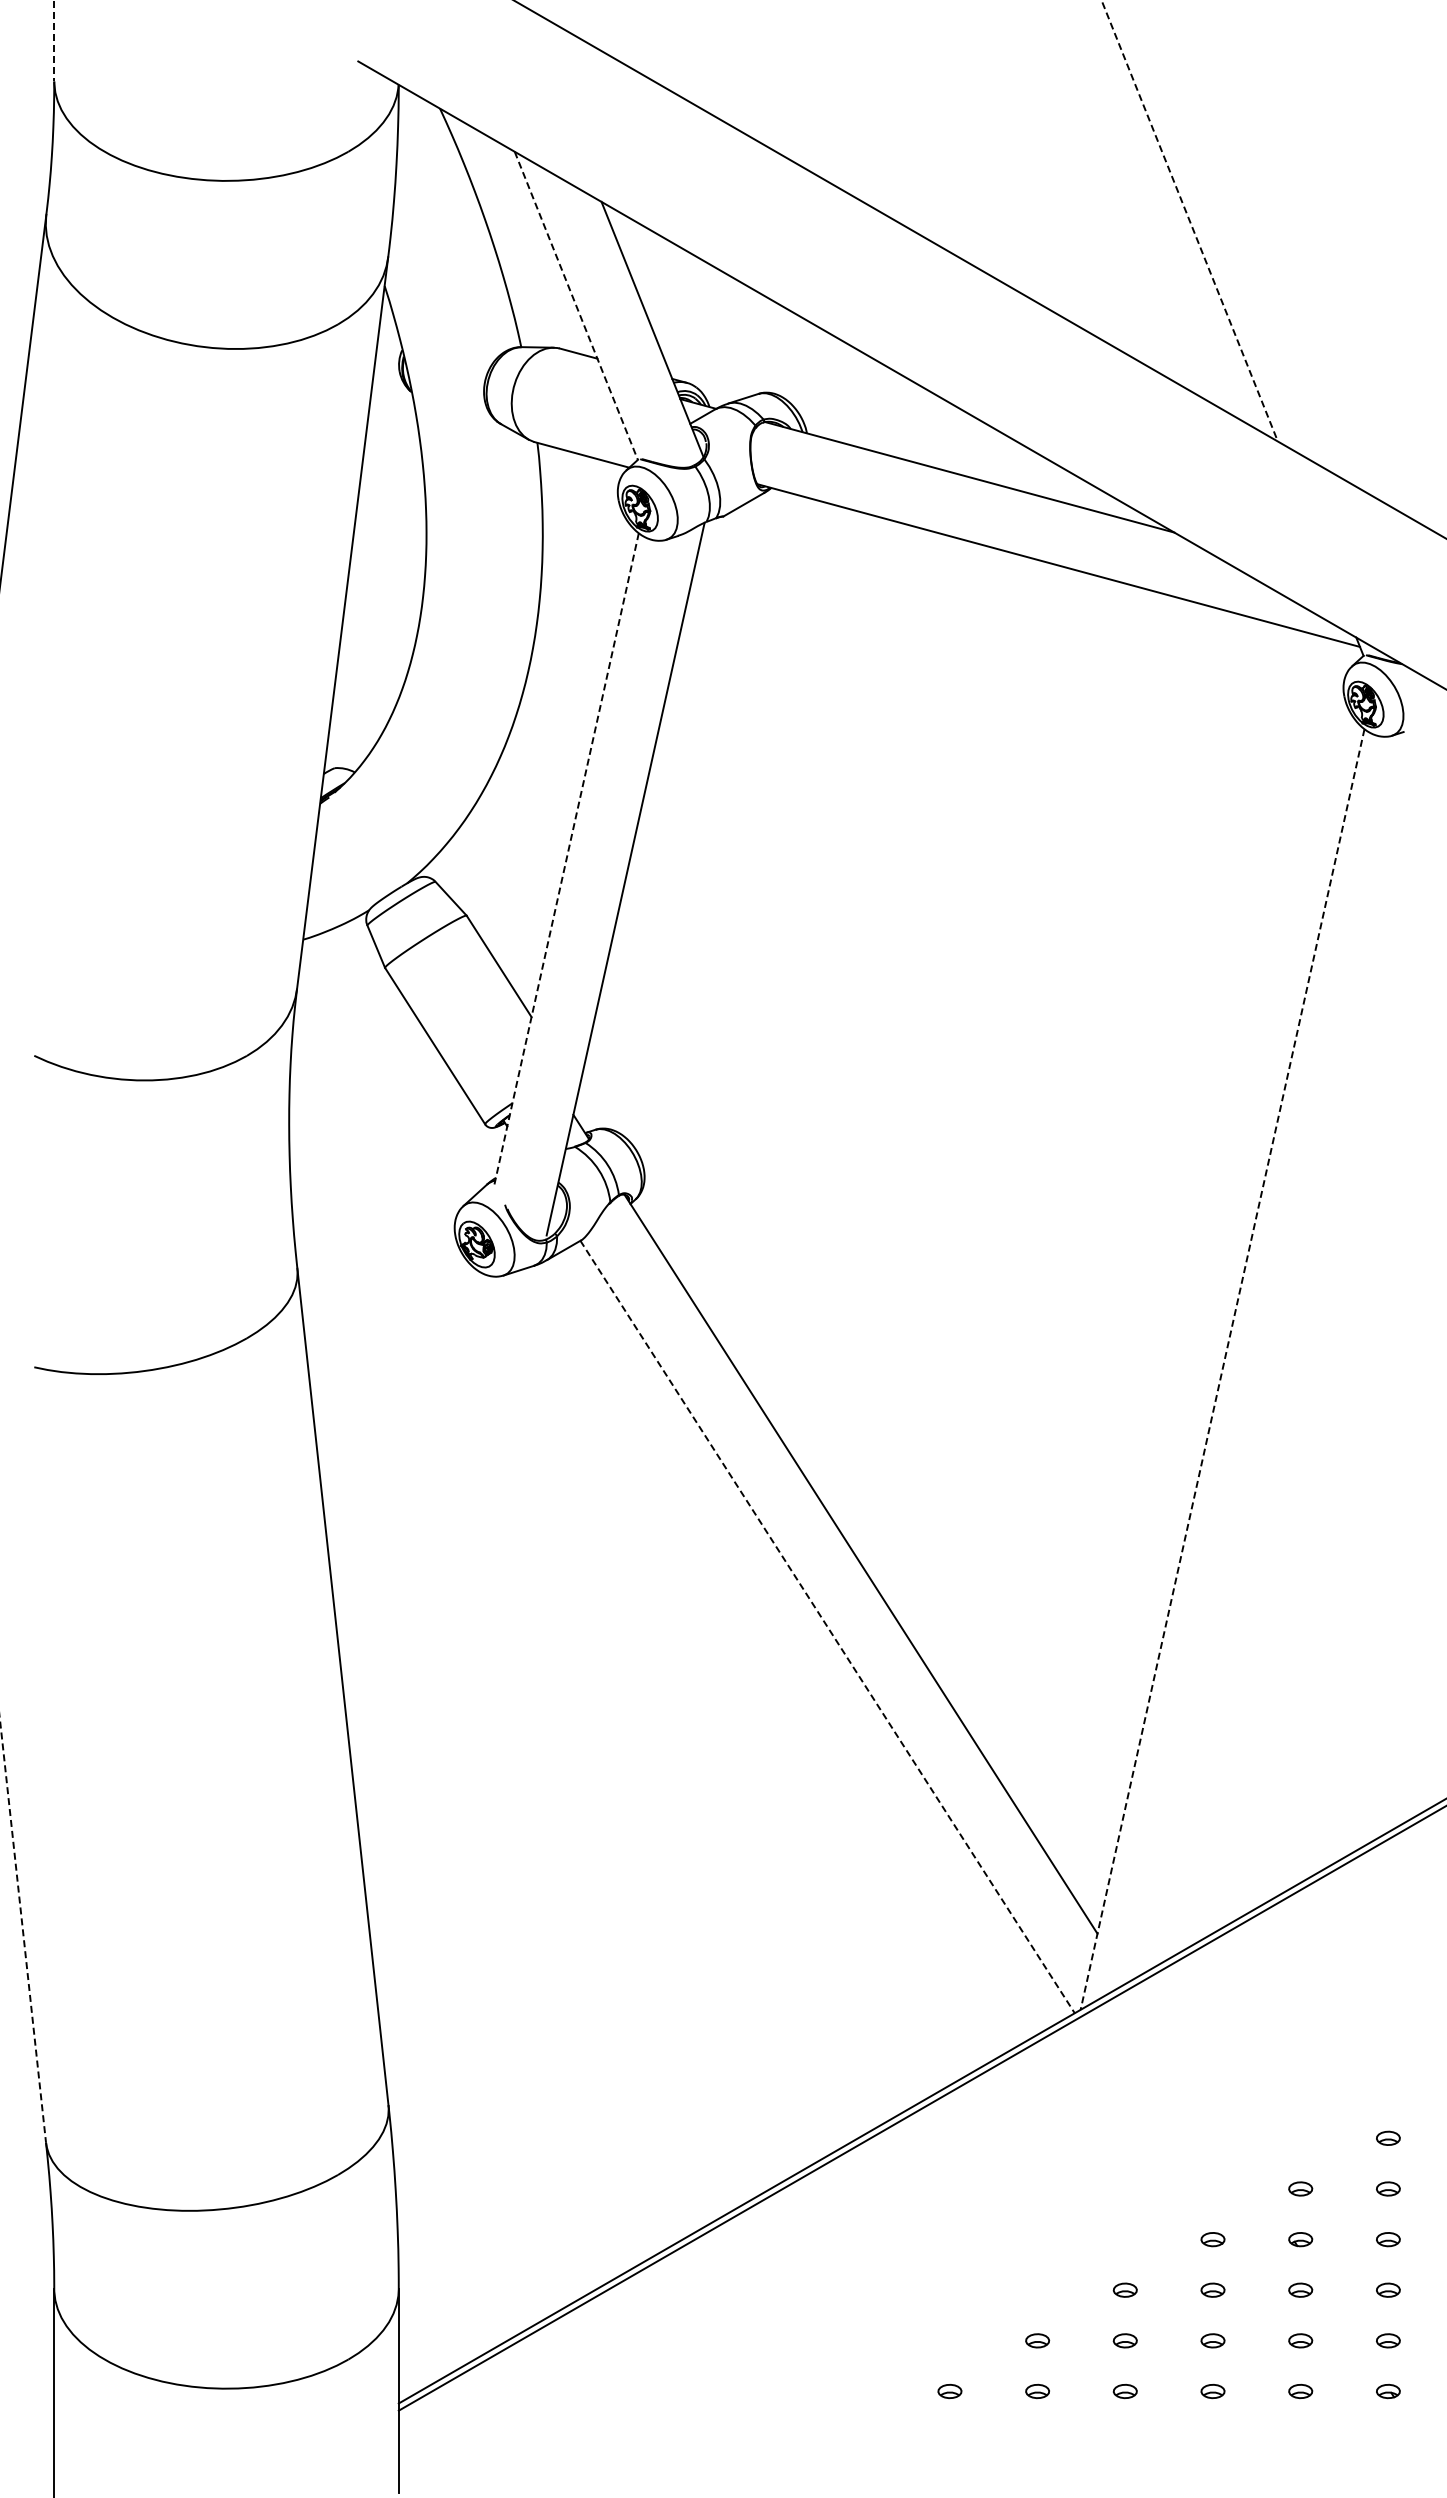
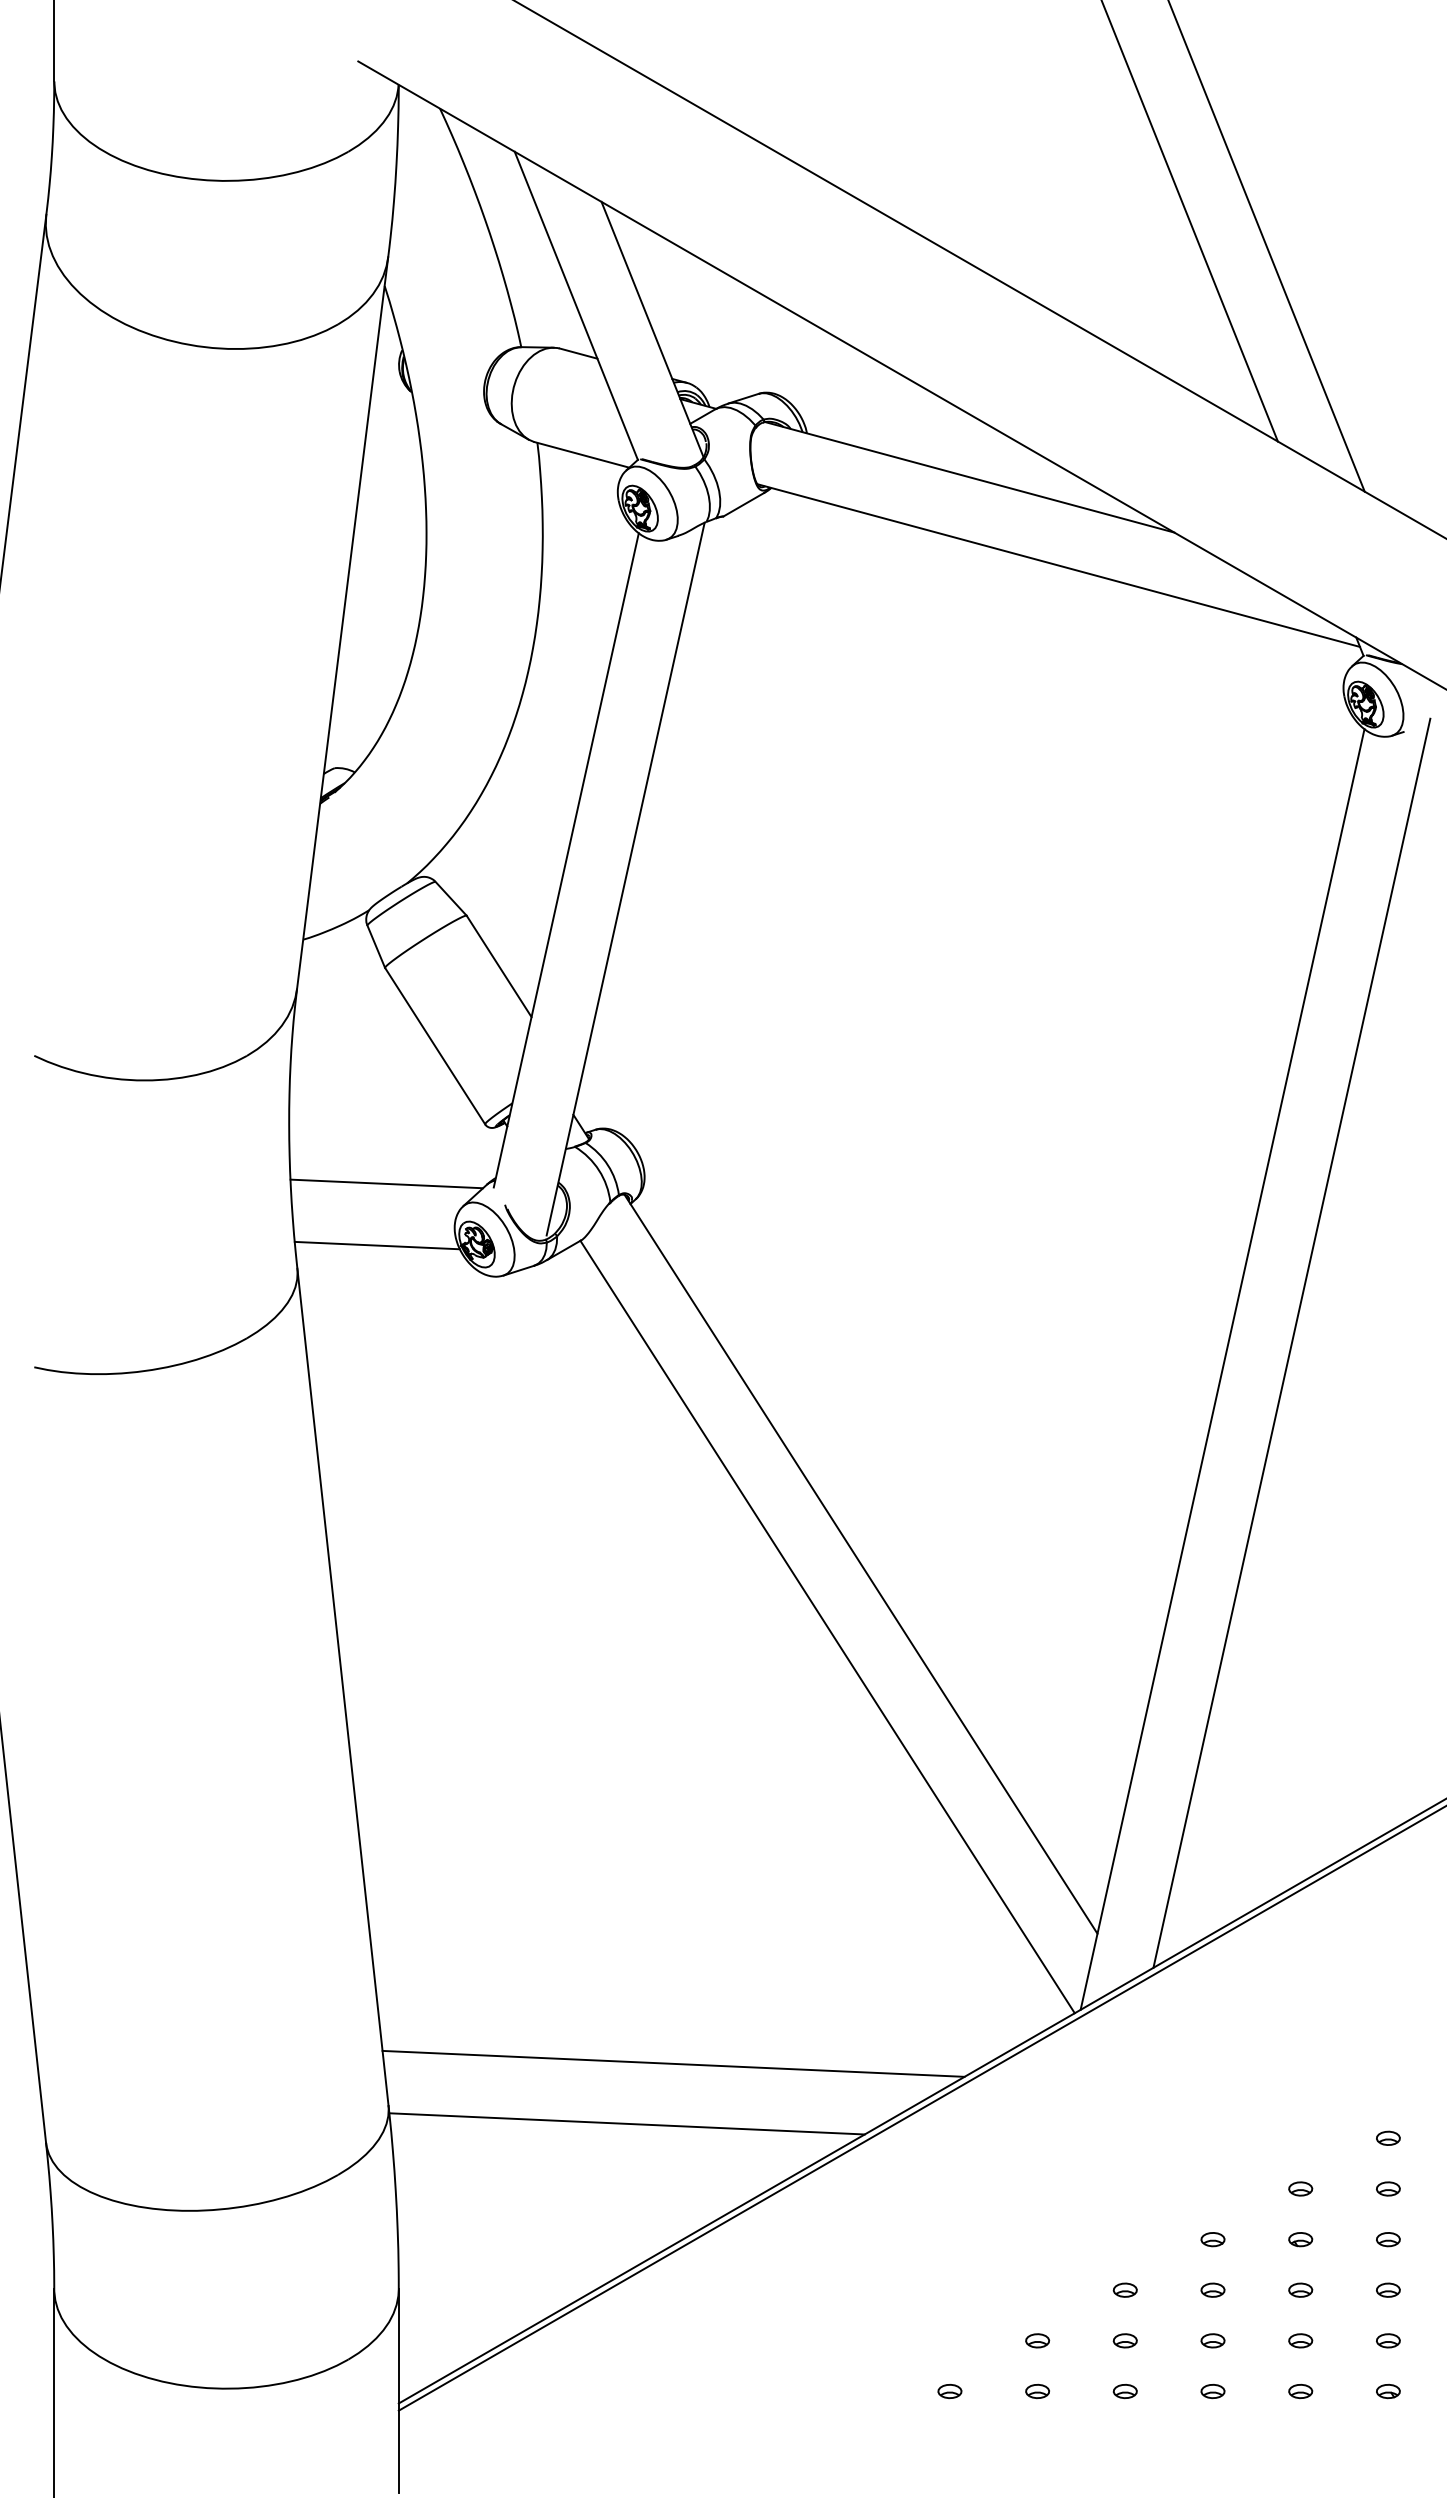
line at (54, 41): dashed -> solid
line at (1189, 221): dashed -> solid
line at (1266, 246): none -> present
line at (576, 305): dashed -> solid
line at (566, 860): dashed -> solid
line at (386, 1183): none -> present
line at (376, 1245): none -> present
line at (1291, 1342): none -> present
line at (1222, 1369): dashed -> solid
line at (827, 1627): dashed -> solid
line at (23, 1932): dashed -> solid
line at (673, 2063): none -> present
line at (626, 2123): none -> present
